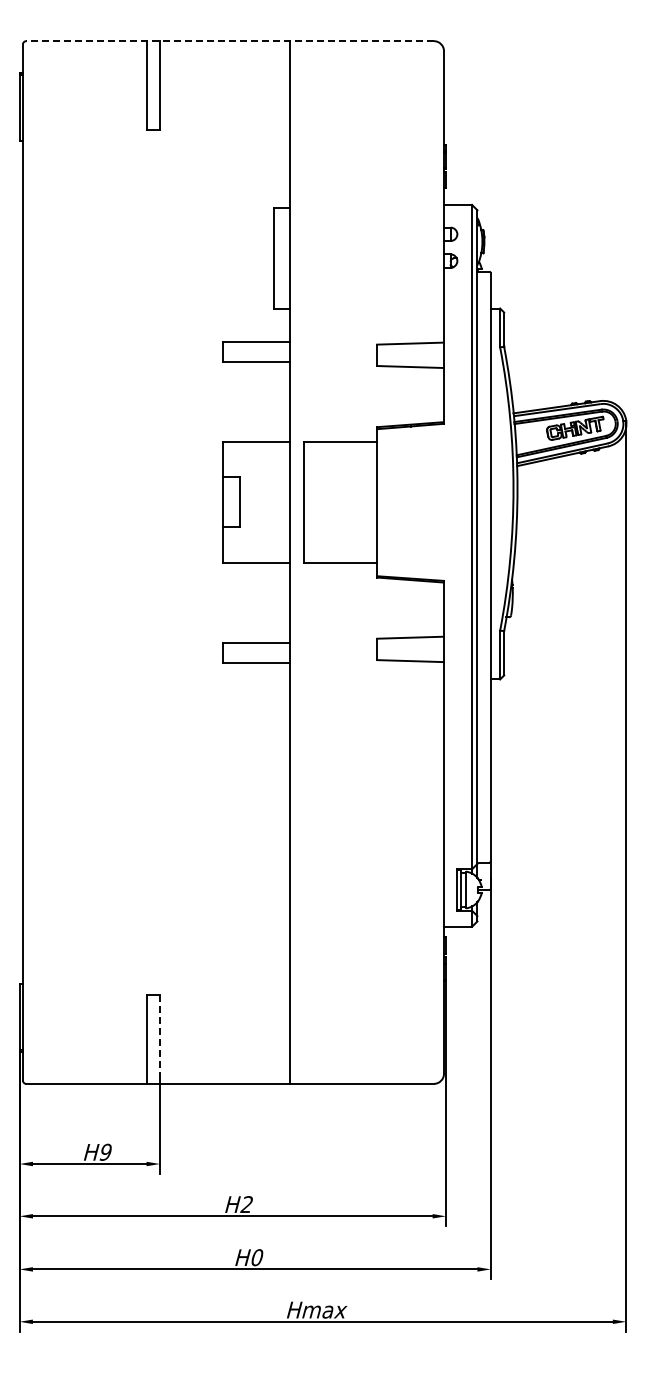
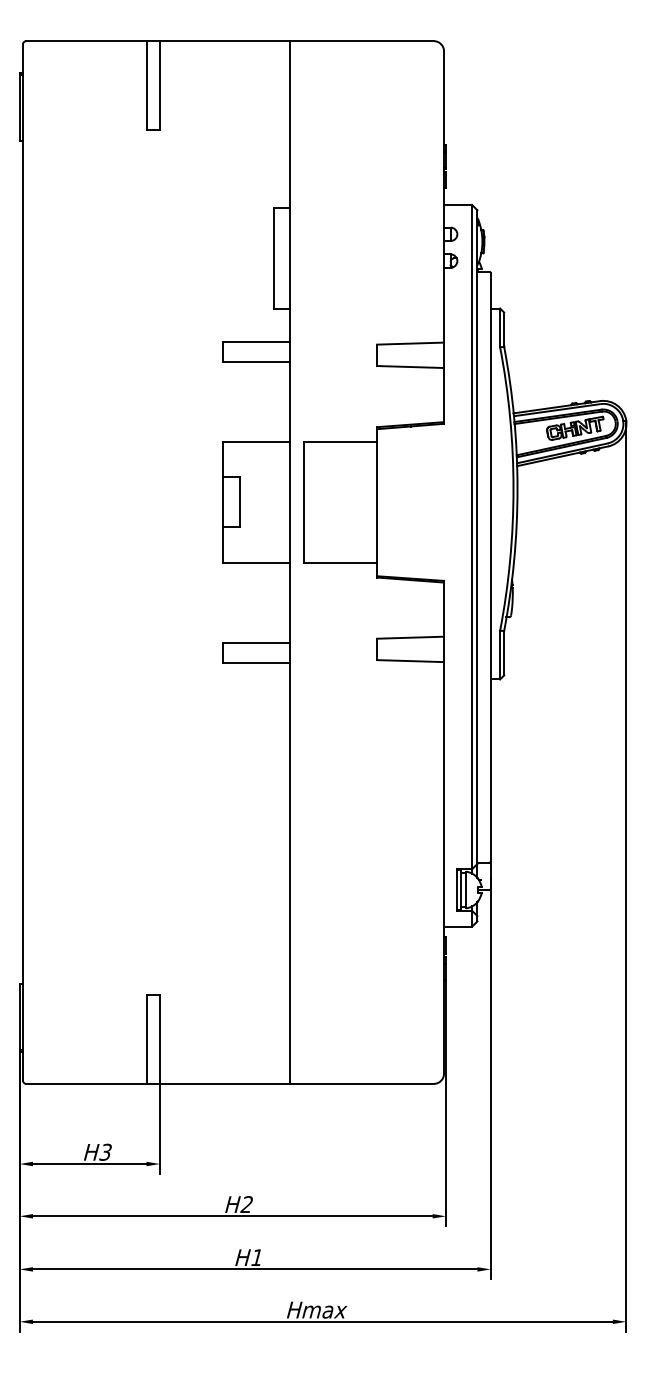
line at (230, 41): dashed -> solid
line at (159, 1040): dashed -> solid
text at (105, 1151): H9 -> H3
text at (257, 1257): H0 -> H1
